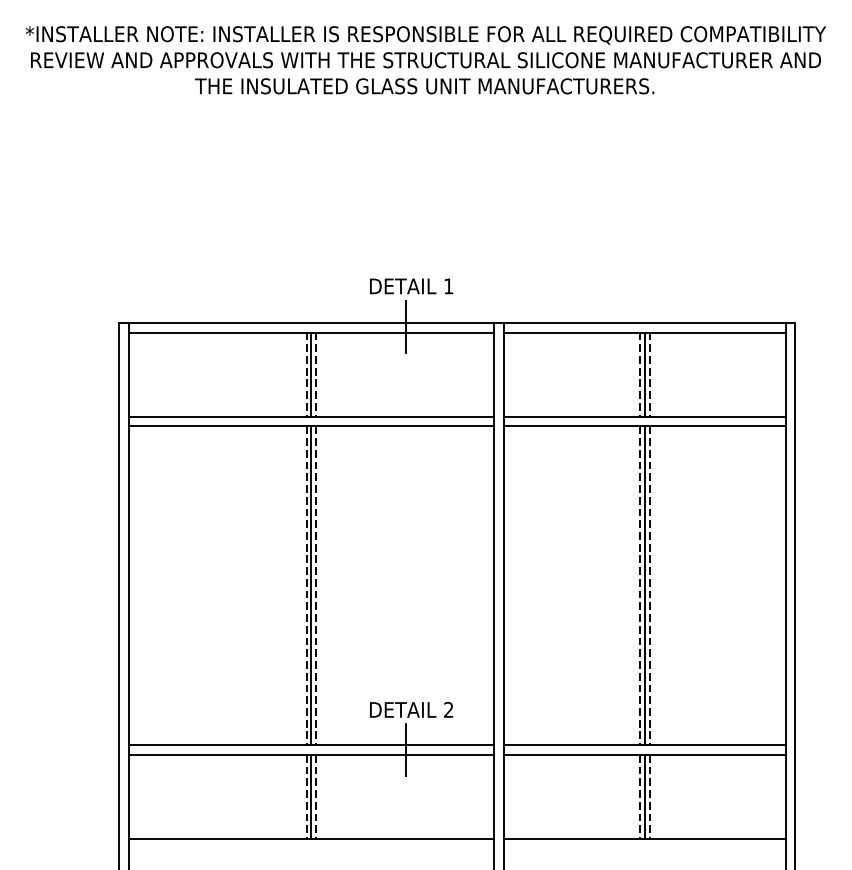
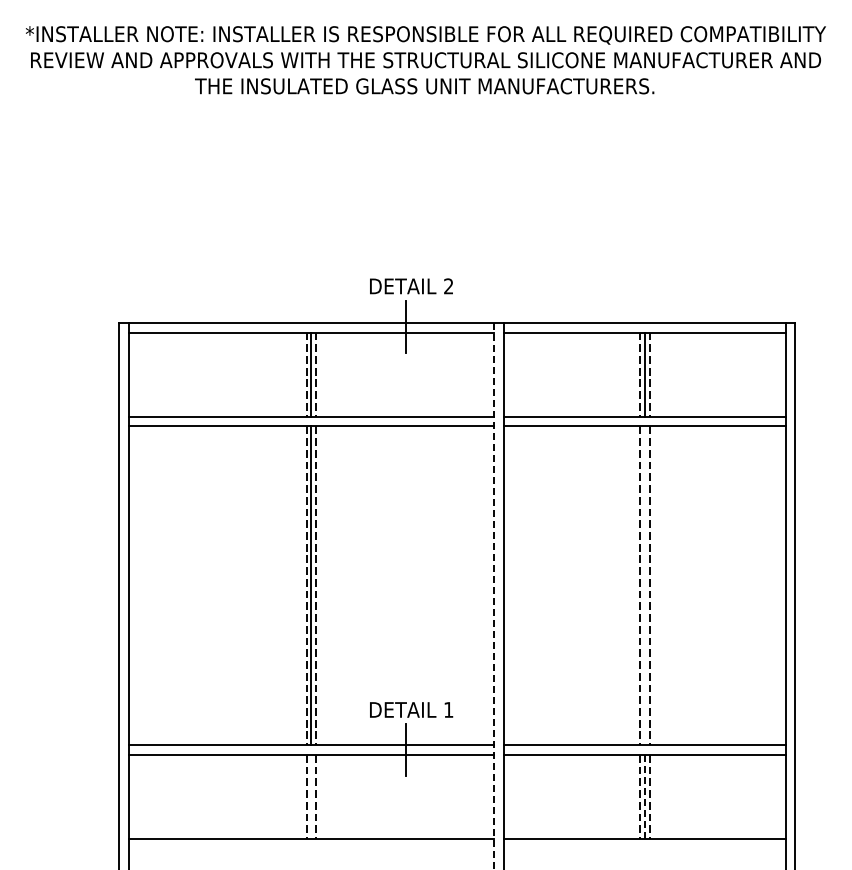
text at (448, 286): 1 -> 2
line at (644, 585): present -> none
line at (494, 596): solid -> dashed
text at (448, 709): 2 -> 1
line at (311, 796): present -> none
line at (644, 797): solid -> dashed
